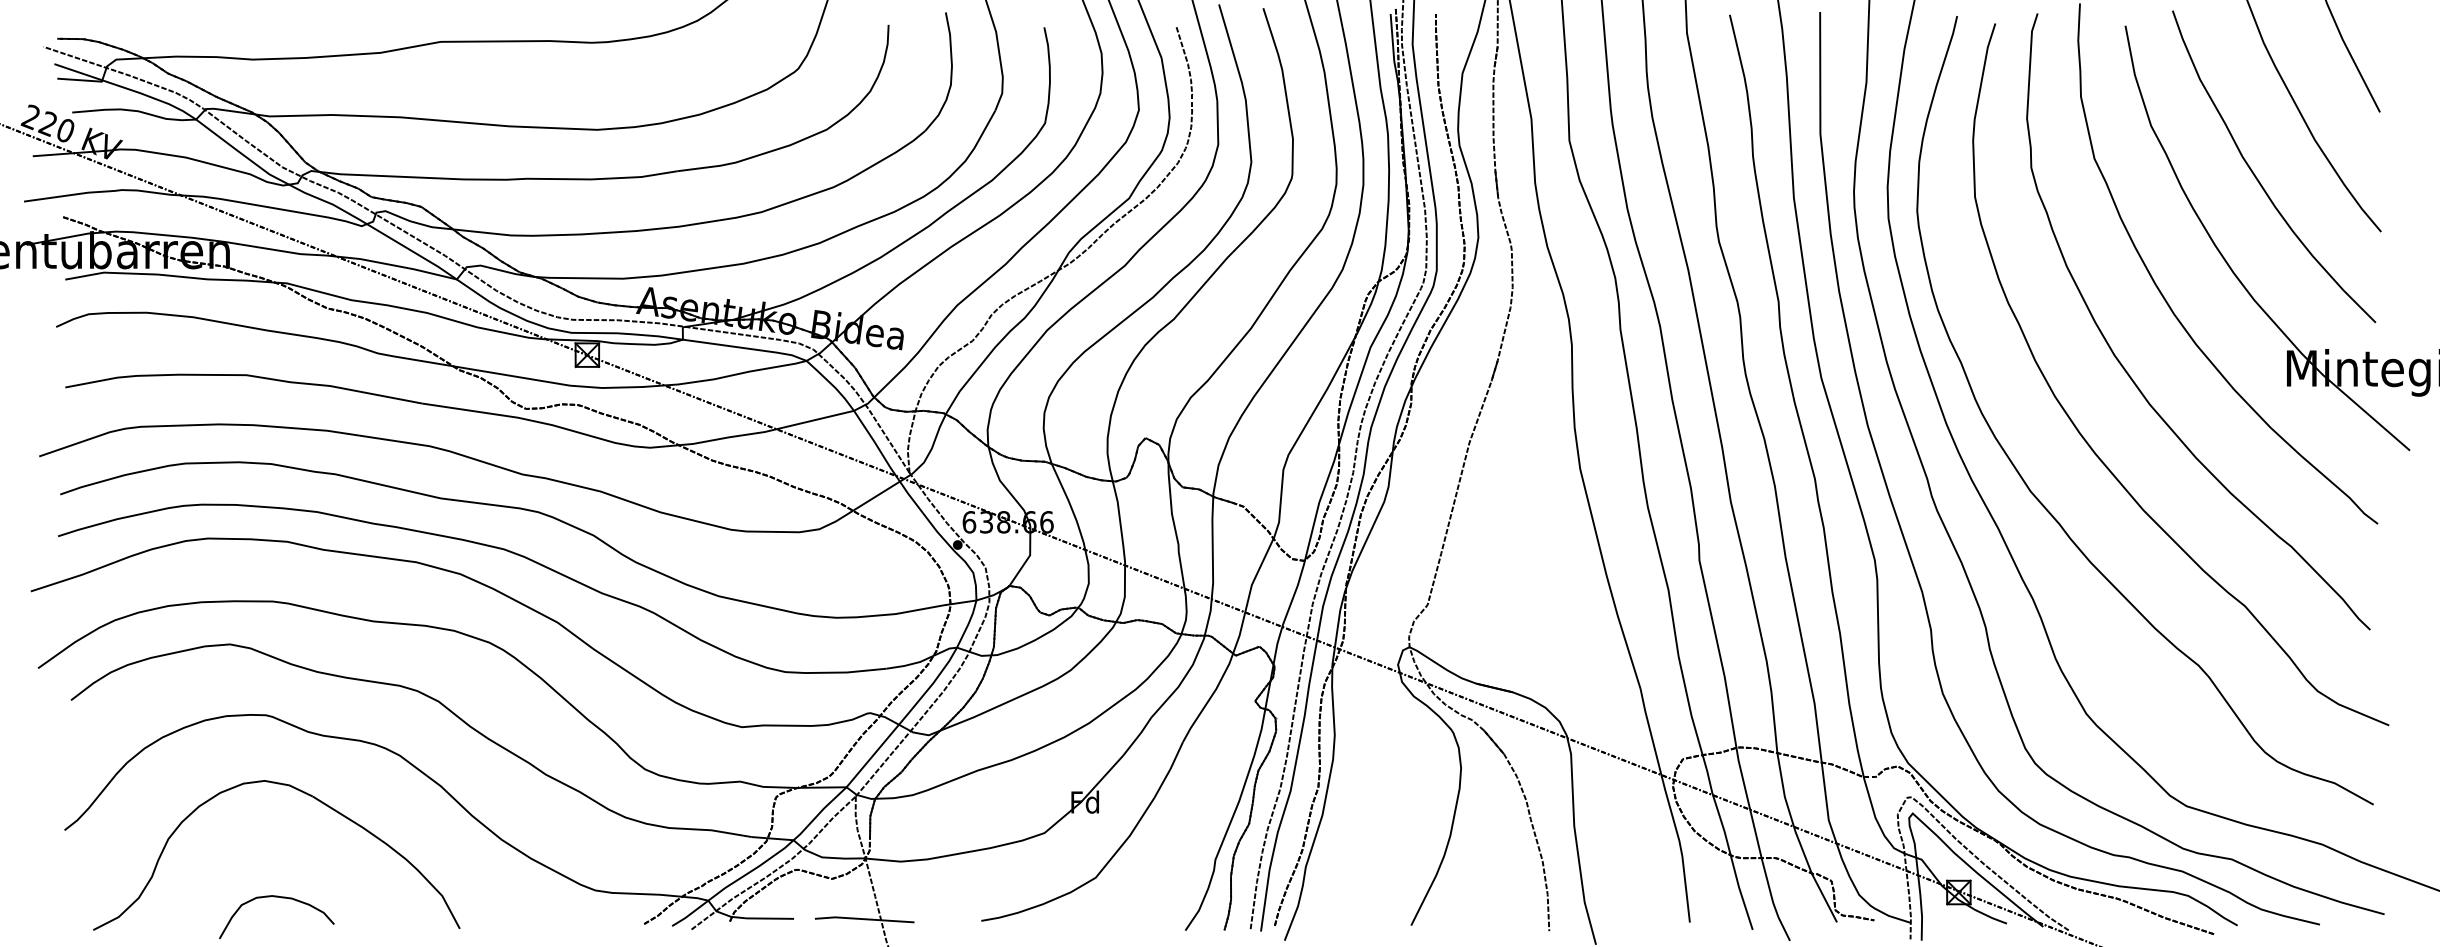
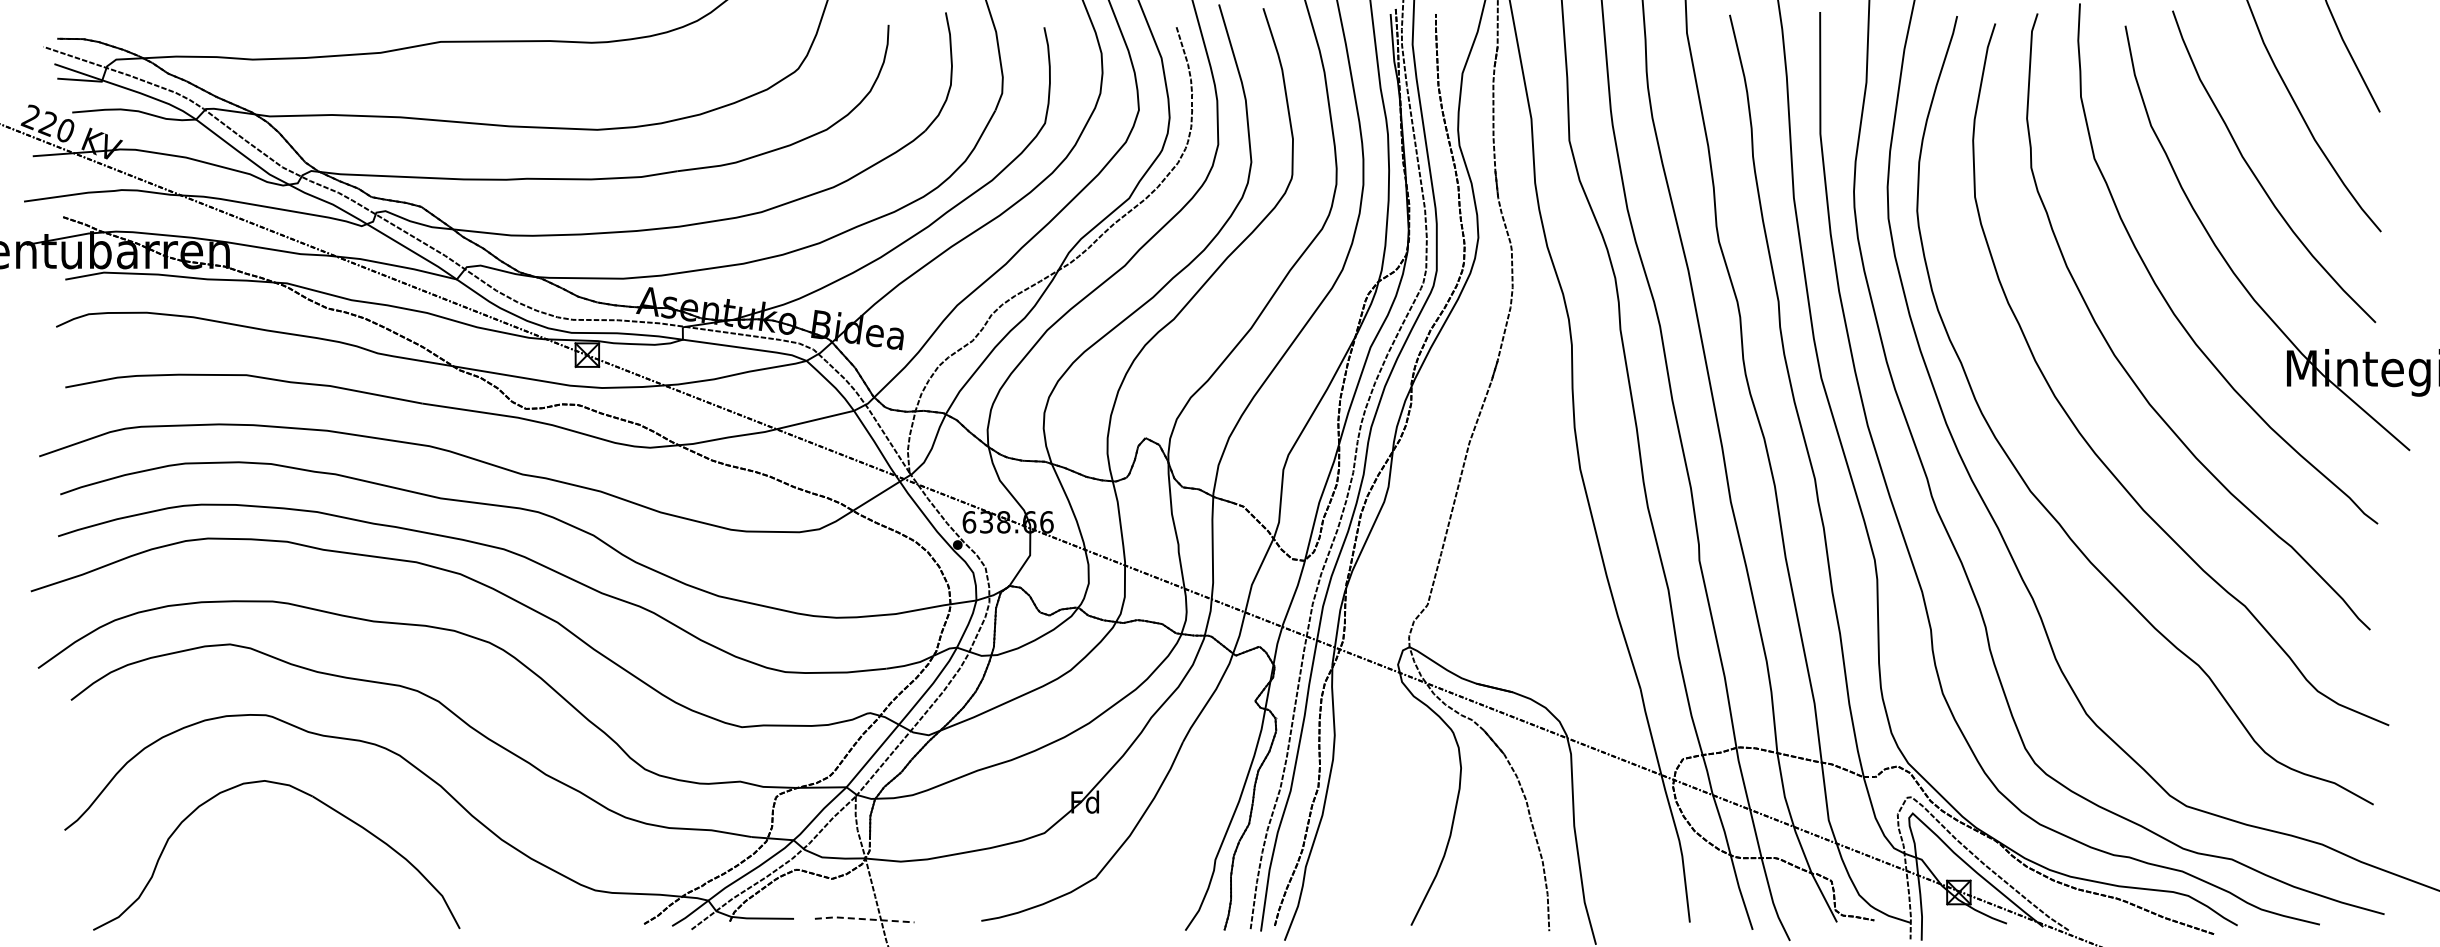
curve at (281, 898): present -> none
line at (863, 919): solid -> dashed
